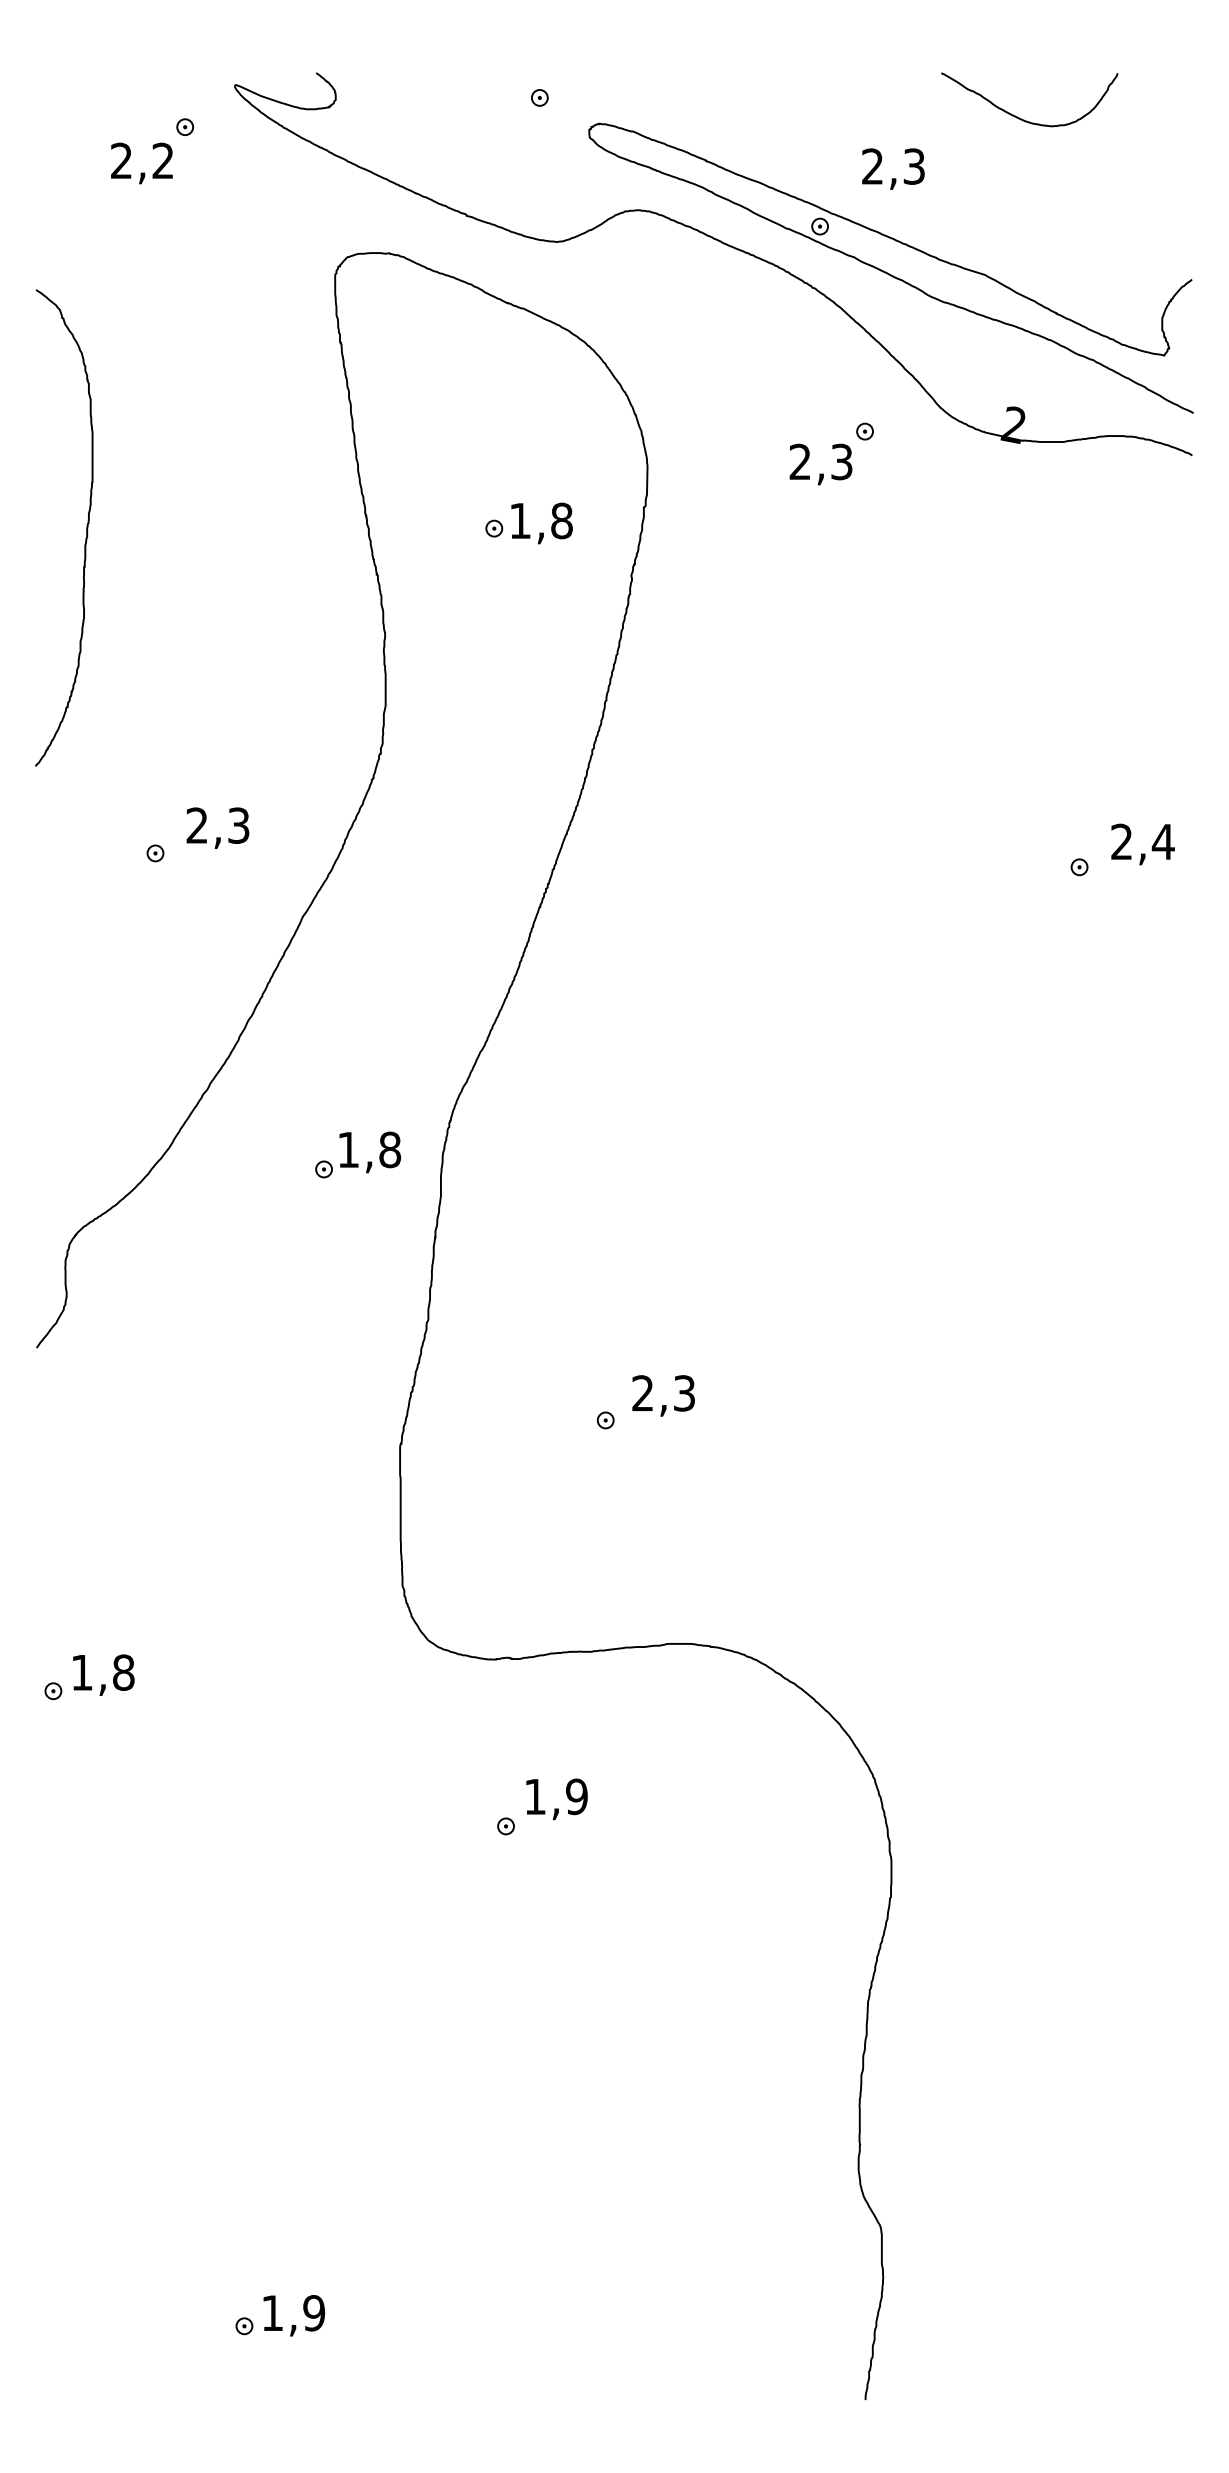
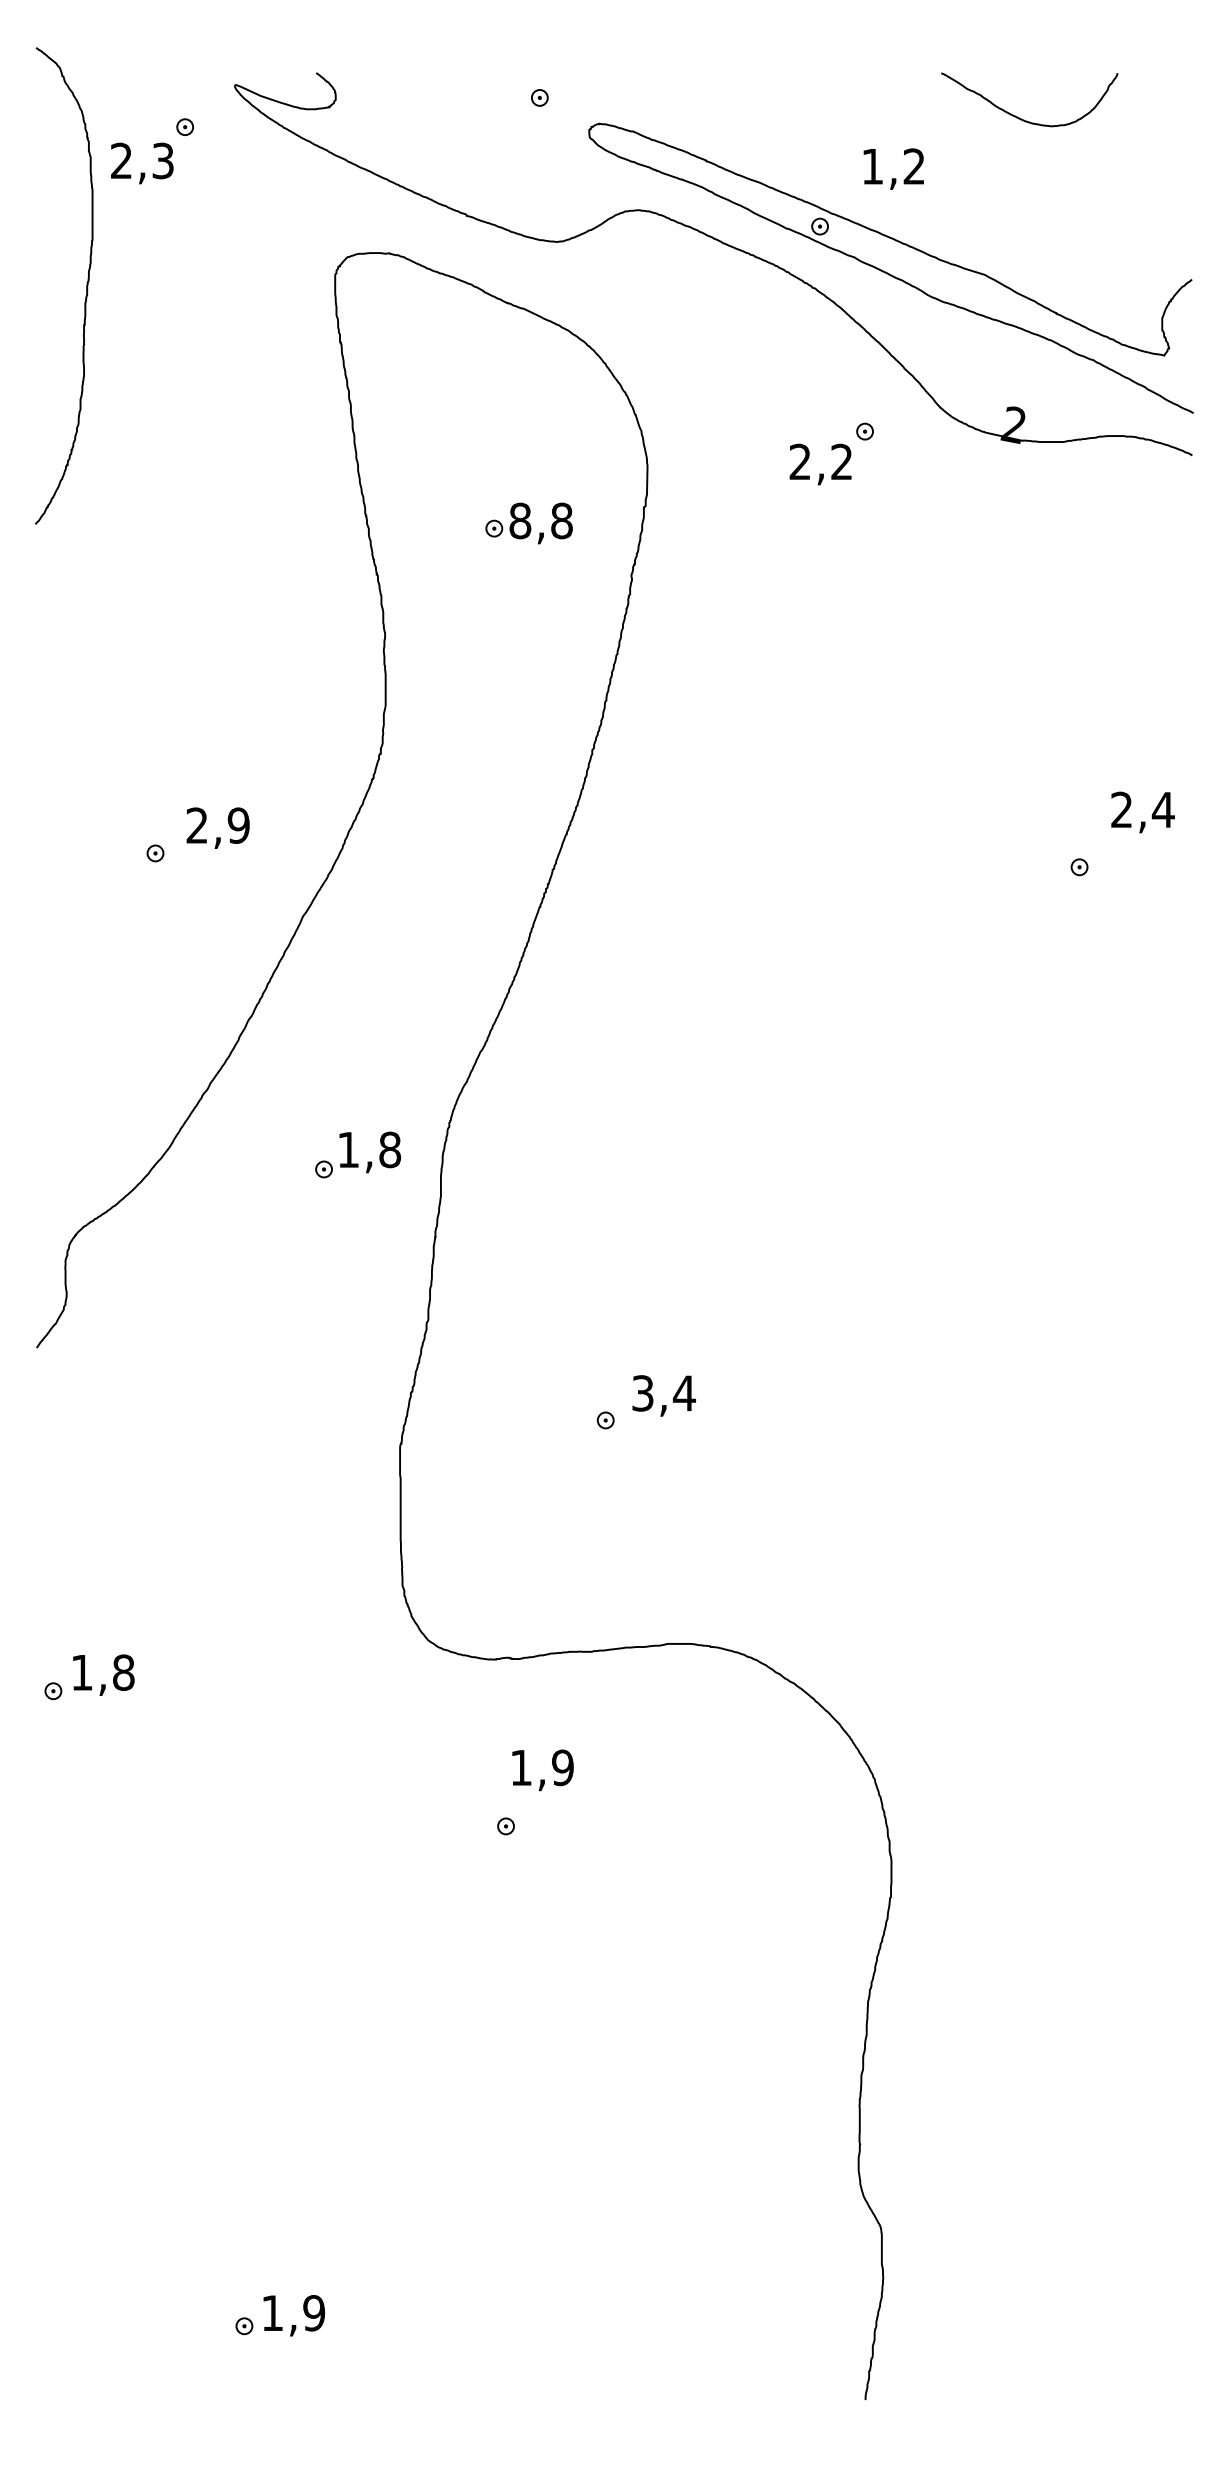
text at (162, 160): 2,2 -> 2,3
text at (893, 166): 2,3 -> 1,2
text at (841, 462): 2,3 -> 2,2
text at (520, 520): 1,8 -> 8,8
curve at (86, 527) position: (86, 527) -> (86, 285)
text at (238, 825): 2,3 -> 2,9
text at (1142, 844) position: (1142, 844) -> (1142, 812)
text at (663, 1393): 2,3 -> 3,4
text at (556, 1799) position: (556, 1799) -> (542, 1770)
